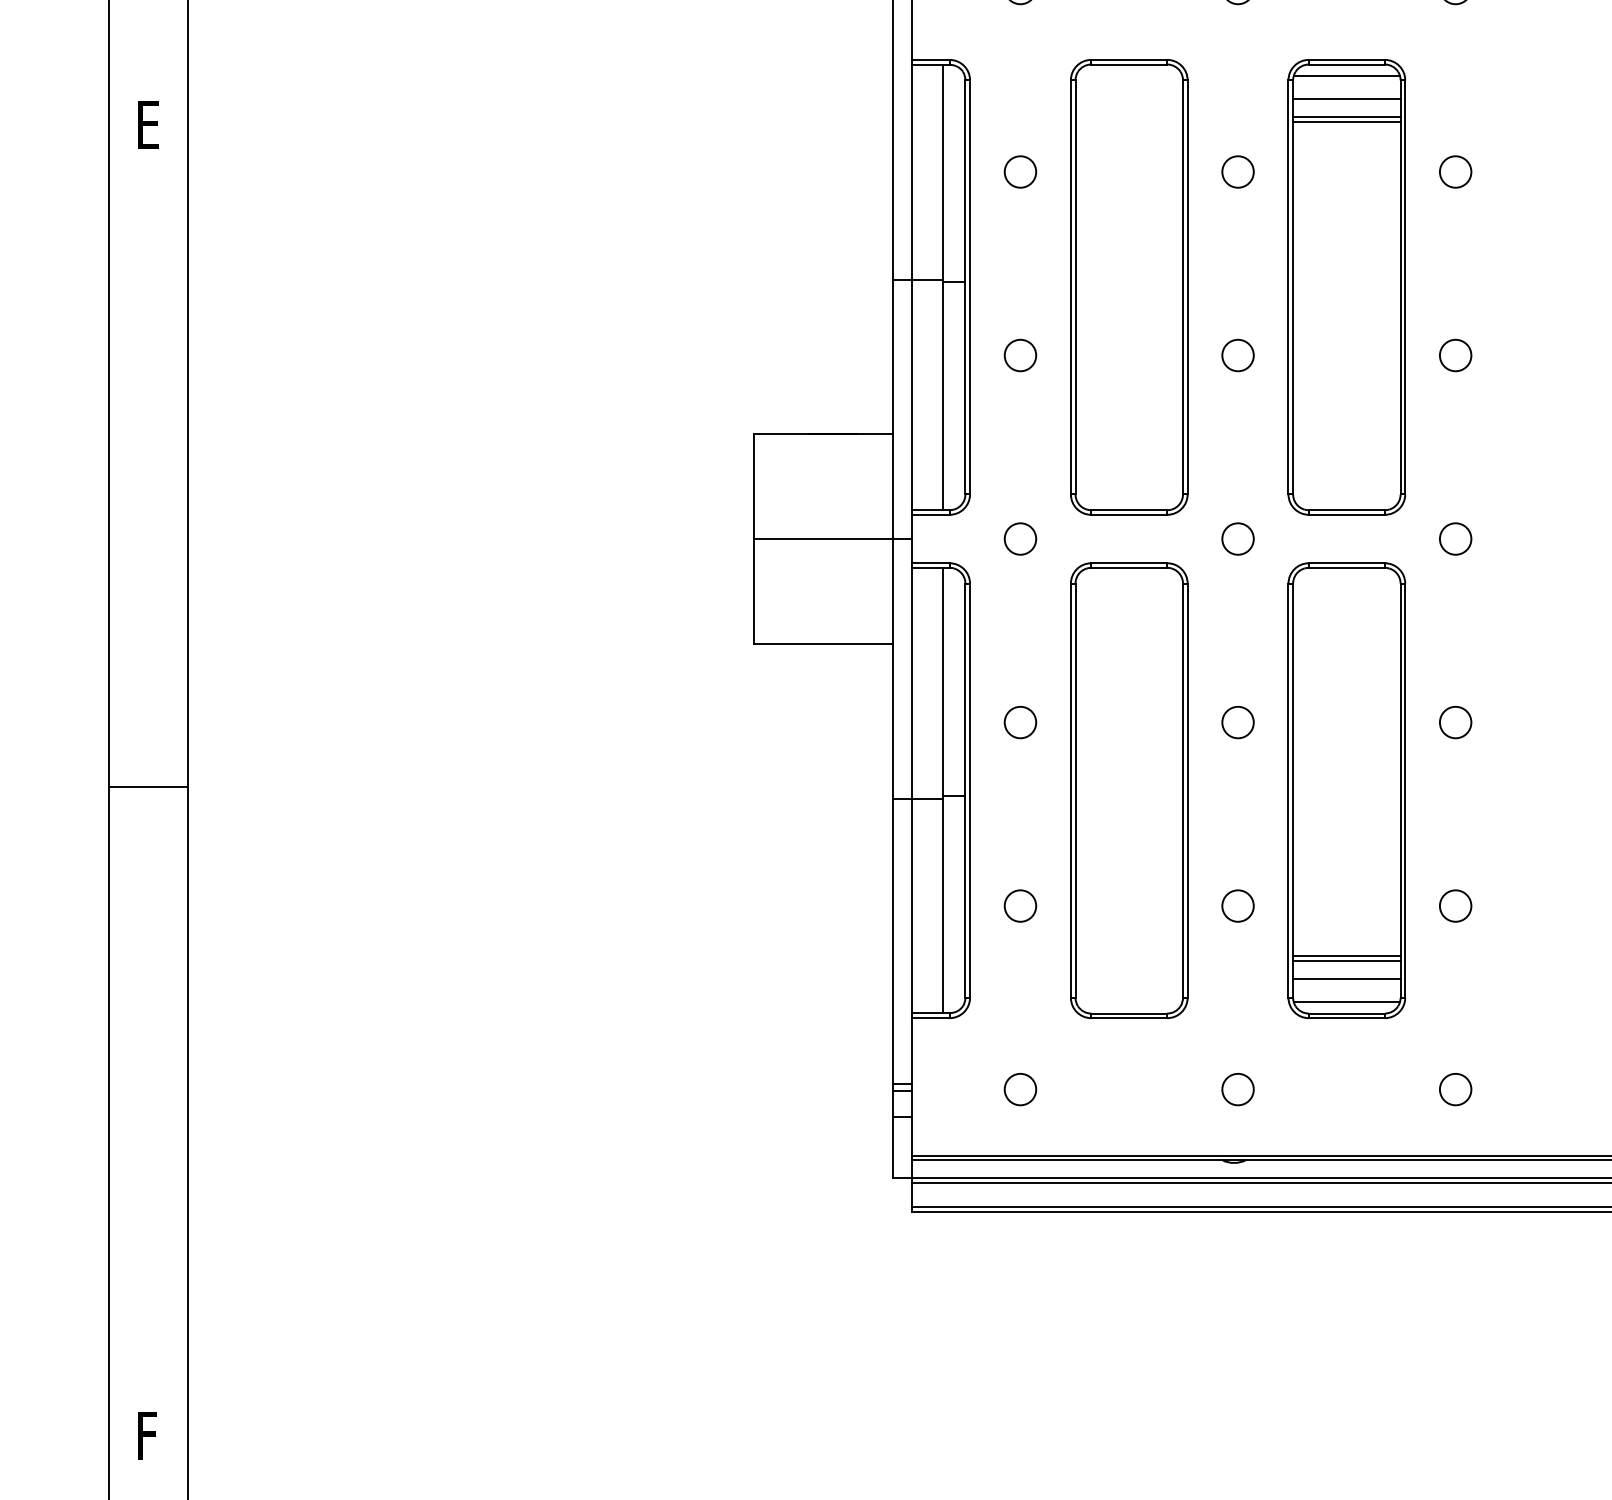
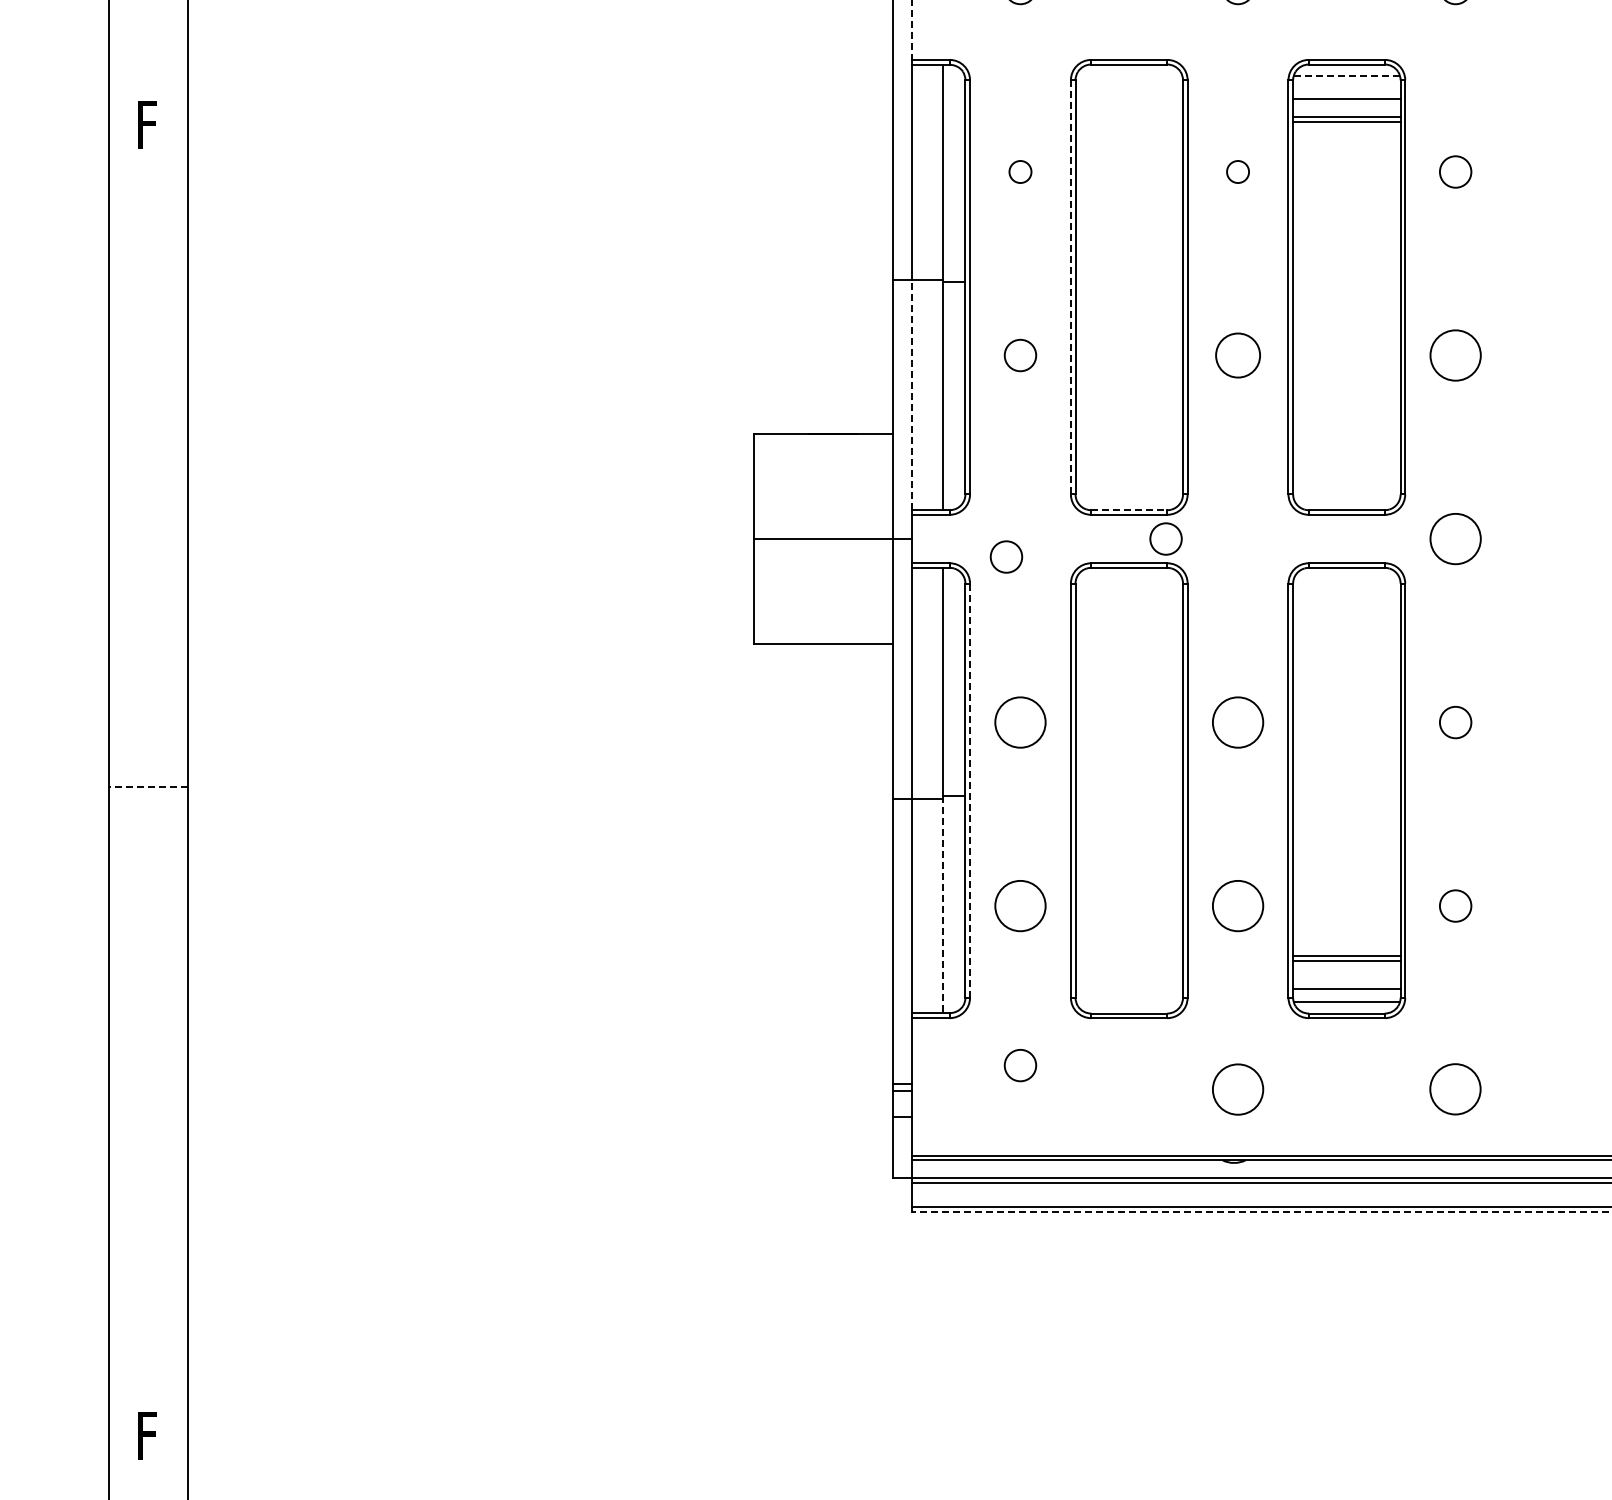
line at (911, 30): solid -> dashed
line at (1346, 76): solid -> dashed
text at (150, 124): E -> F
circle at (1020, 171) size: 35x34 px -> 25x24 px
circle at (1237, 171) size: 34x34 px -> 24x24 px
line at (1070, 287): solid -> dashed
circle at (1237, 355) size: 34x35 px -> 46x47 px
circle at (1455, 355) diameter: 31 px -> 50 px
line at (911, 394): solid -> dashed
line at (1129, 510): solid -> dashed
circle at (1020, 538) position: (1020, 538) -> (1006, 556)
circle at (1237, 538) position: (1237, 538) -> (1165, 538)
circle at (1455, 538) diameter: 31 px -> 50 px
circle at (1020, 722) diameter: 31 px -> 50 px
circle at (1237, 722) diameter: 31 px -> 50 px
line at (148, 786): solid -> dashed
line at (970, 791): solid -> dashed
line at (943, 904): solid -> dashed
circle at (1020, 905) diameter: 31 px -> 50 px
circle at (1237, 905) diameter: 31 px -> 50 px
line at (1346, 978) position: (1346, 978) -> (1346, 988)
circle at (1020, 1089) position: (1020, 1089) -> (1020, 1065)
circle at (1237, 1089) diameter: 31 px -> 50 px
circle at (1455, 1089) size: 34x34 px -> 53x53 px
line at (1261, 1211): solid -> dashed
